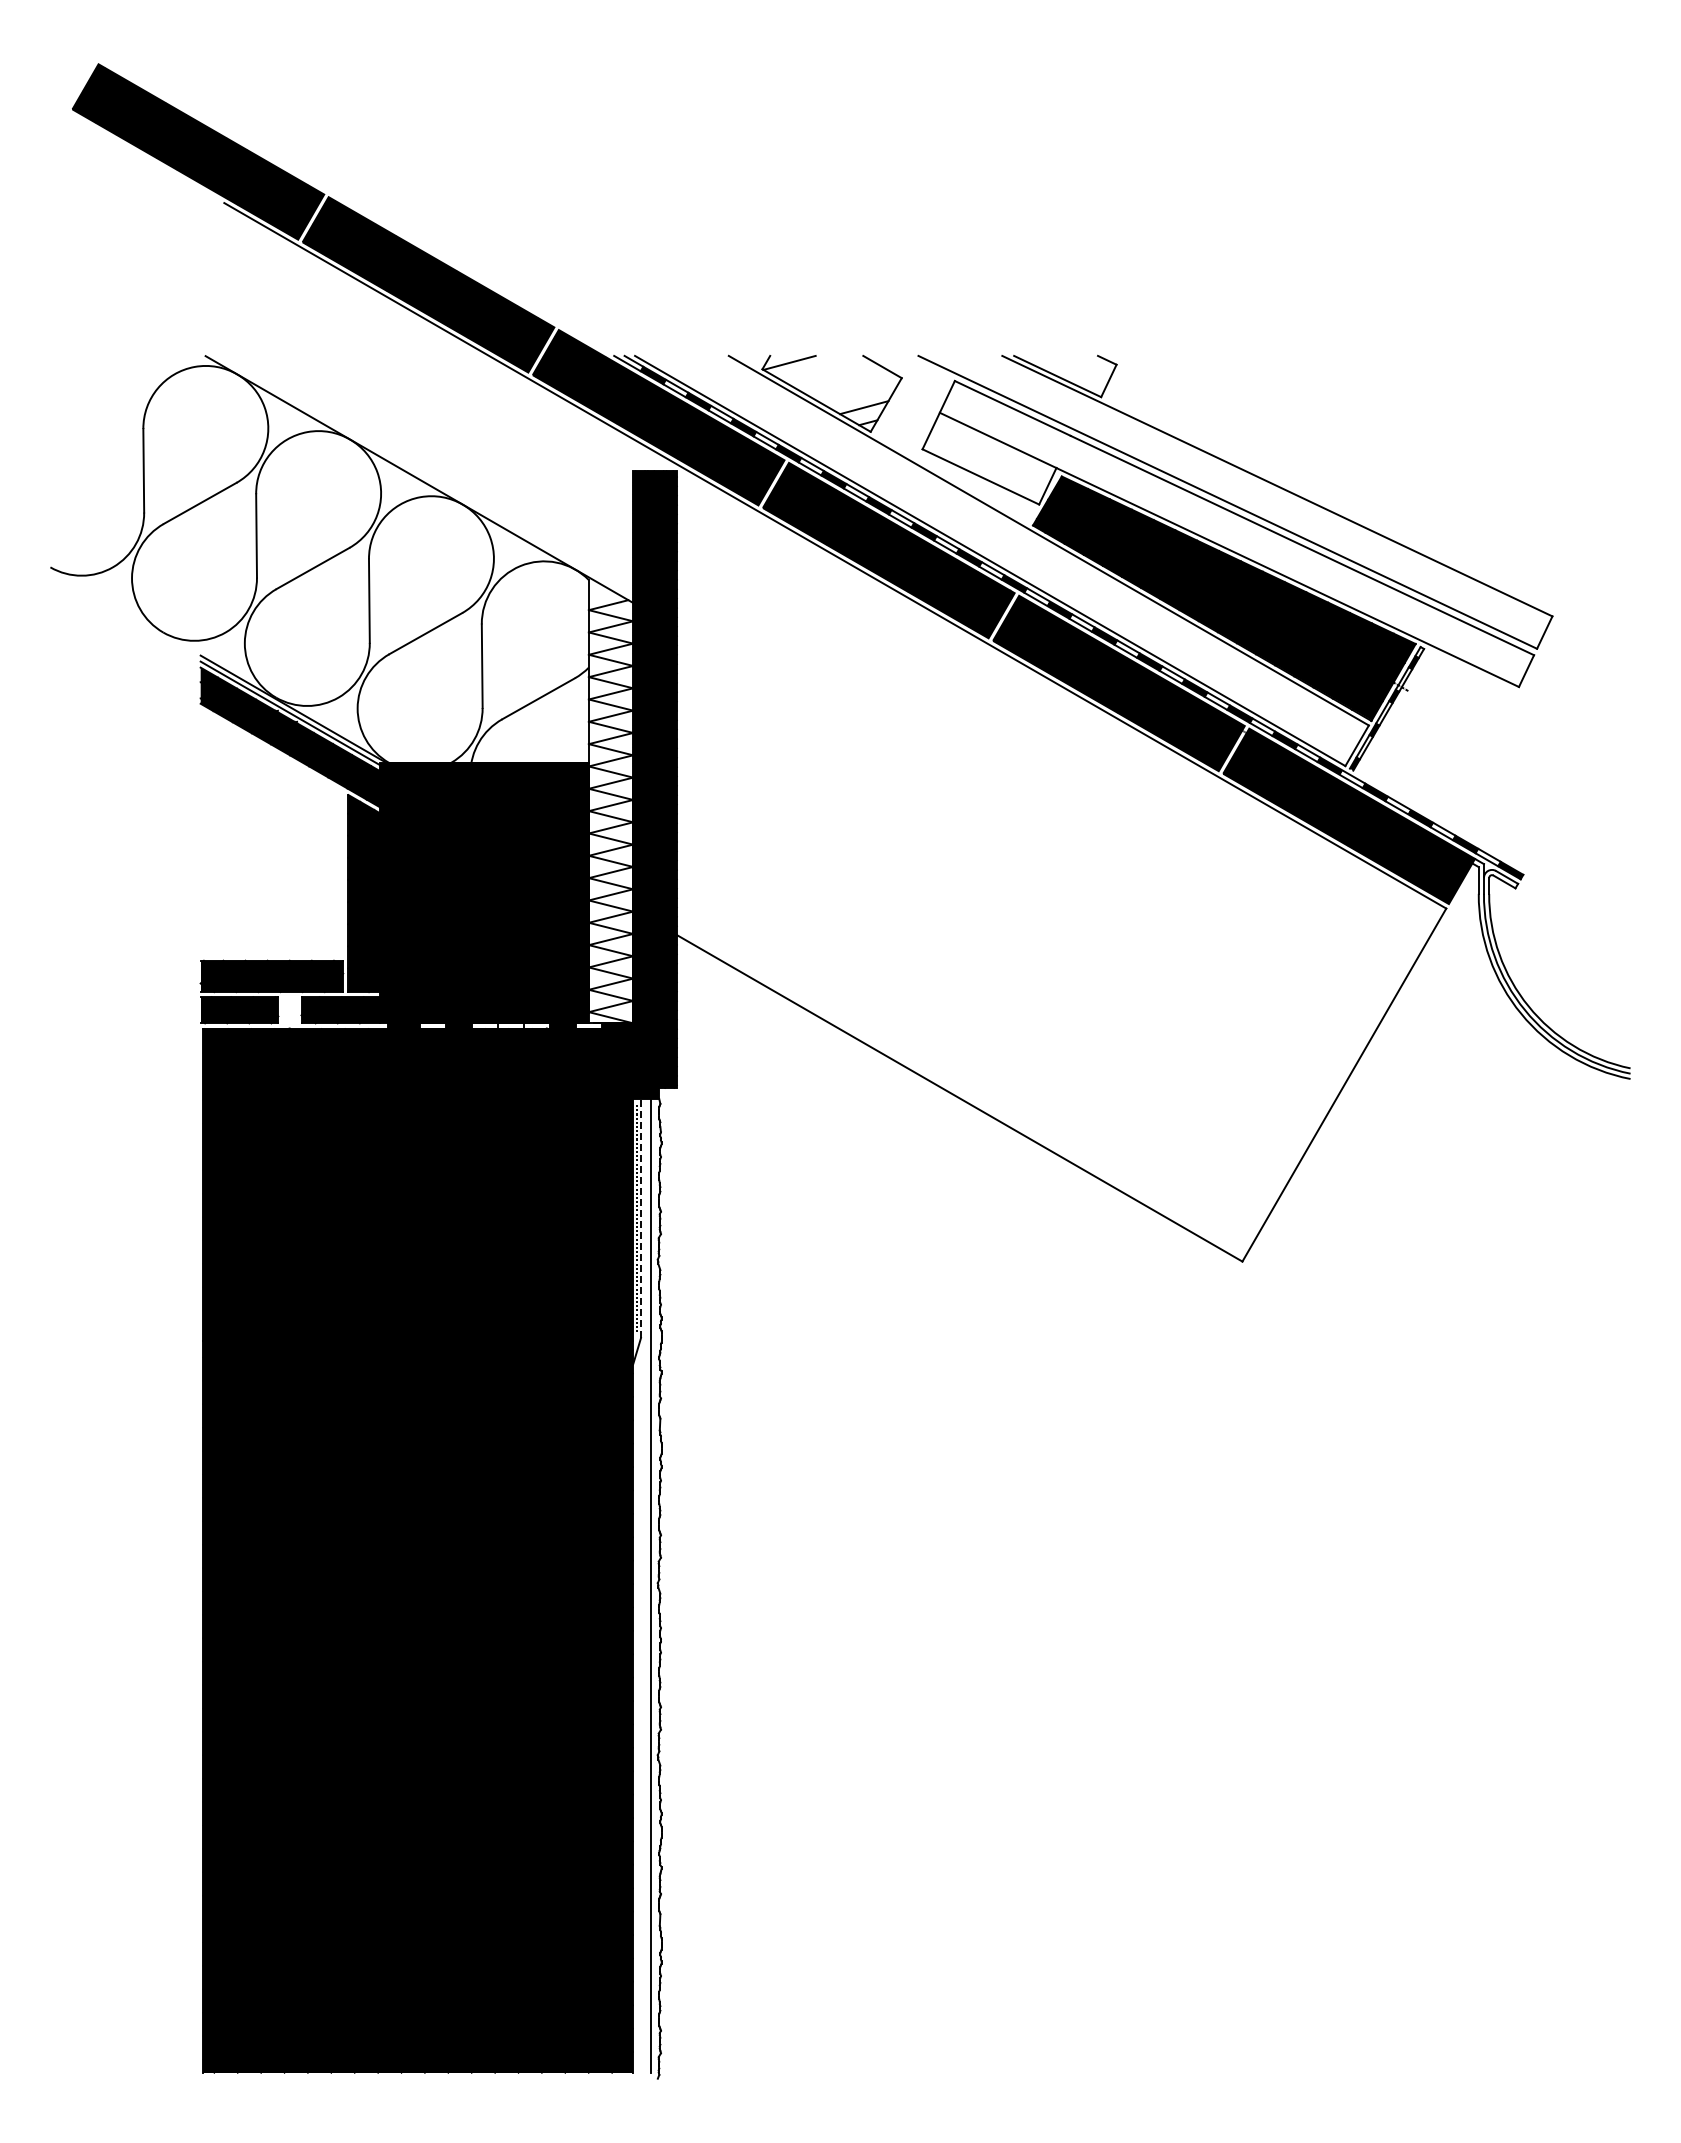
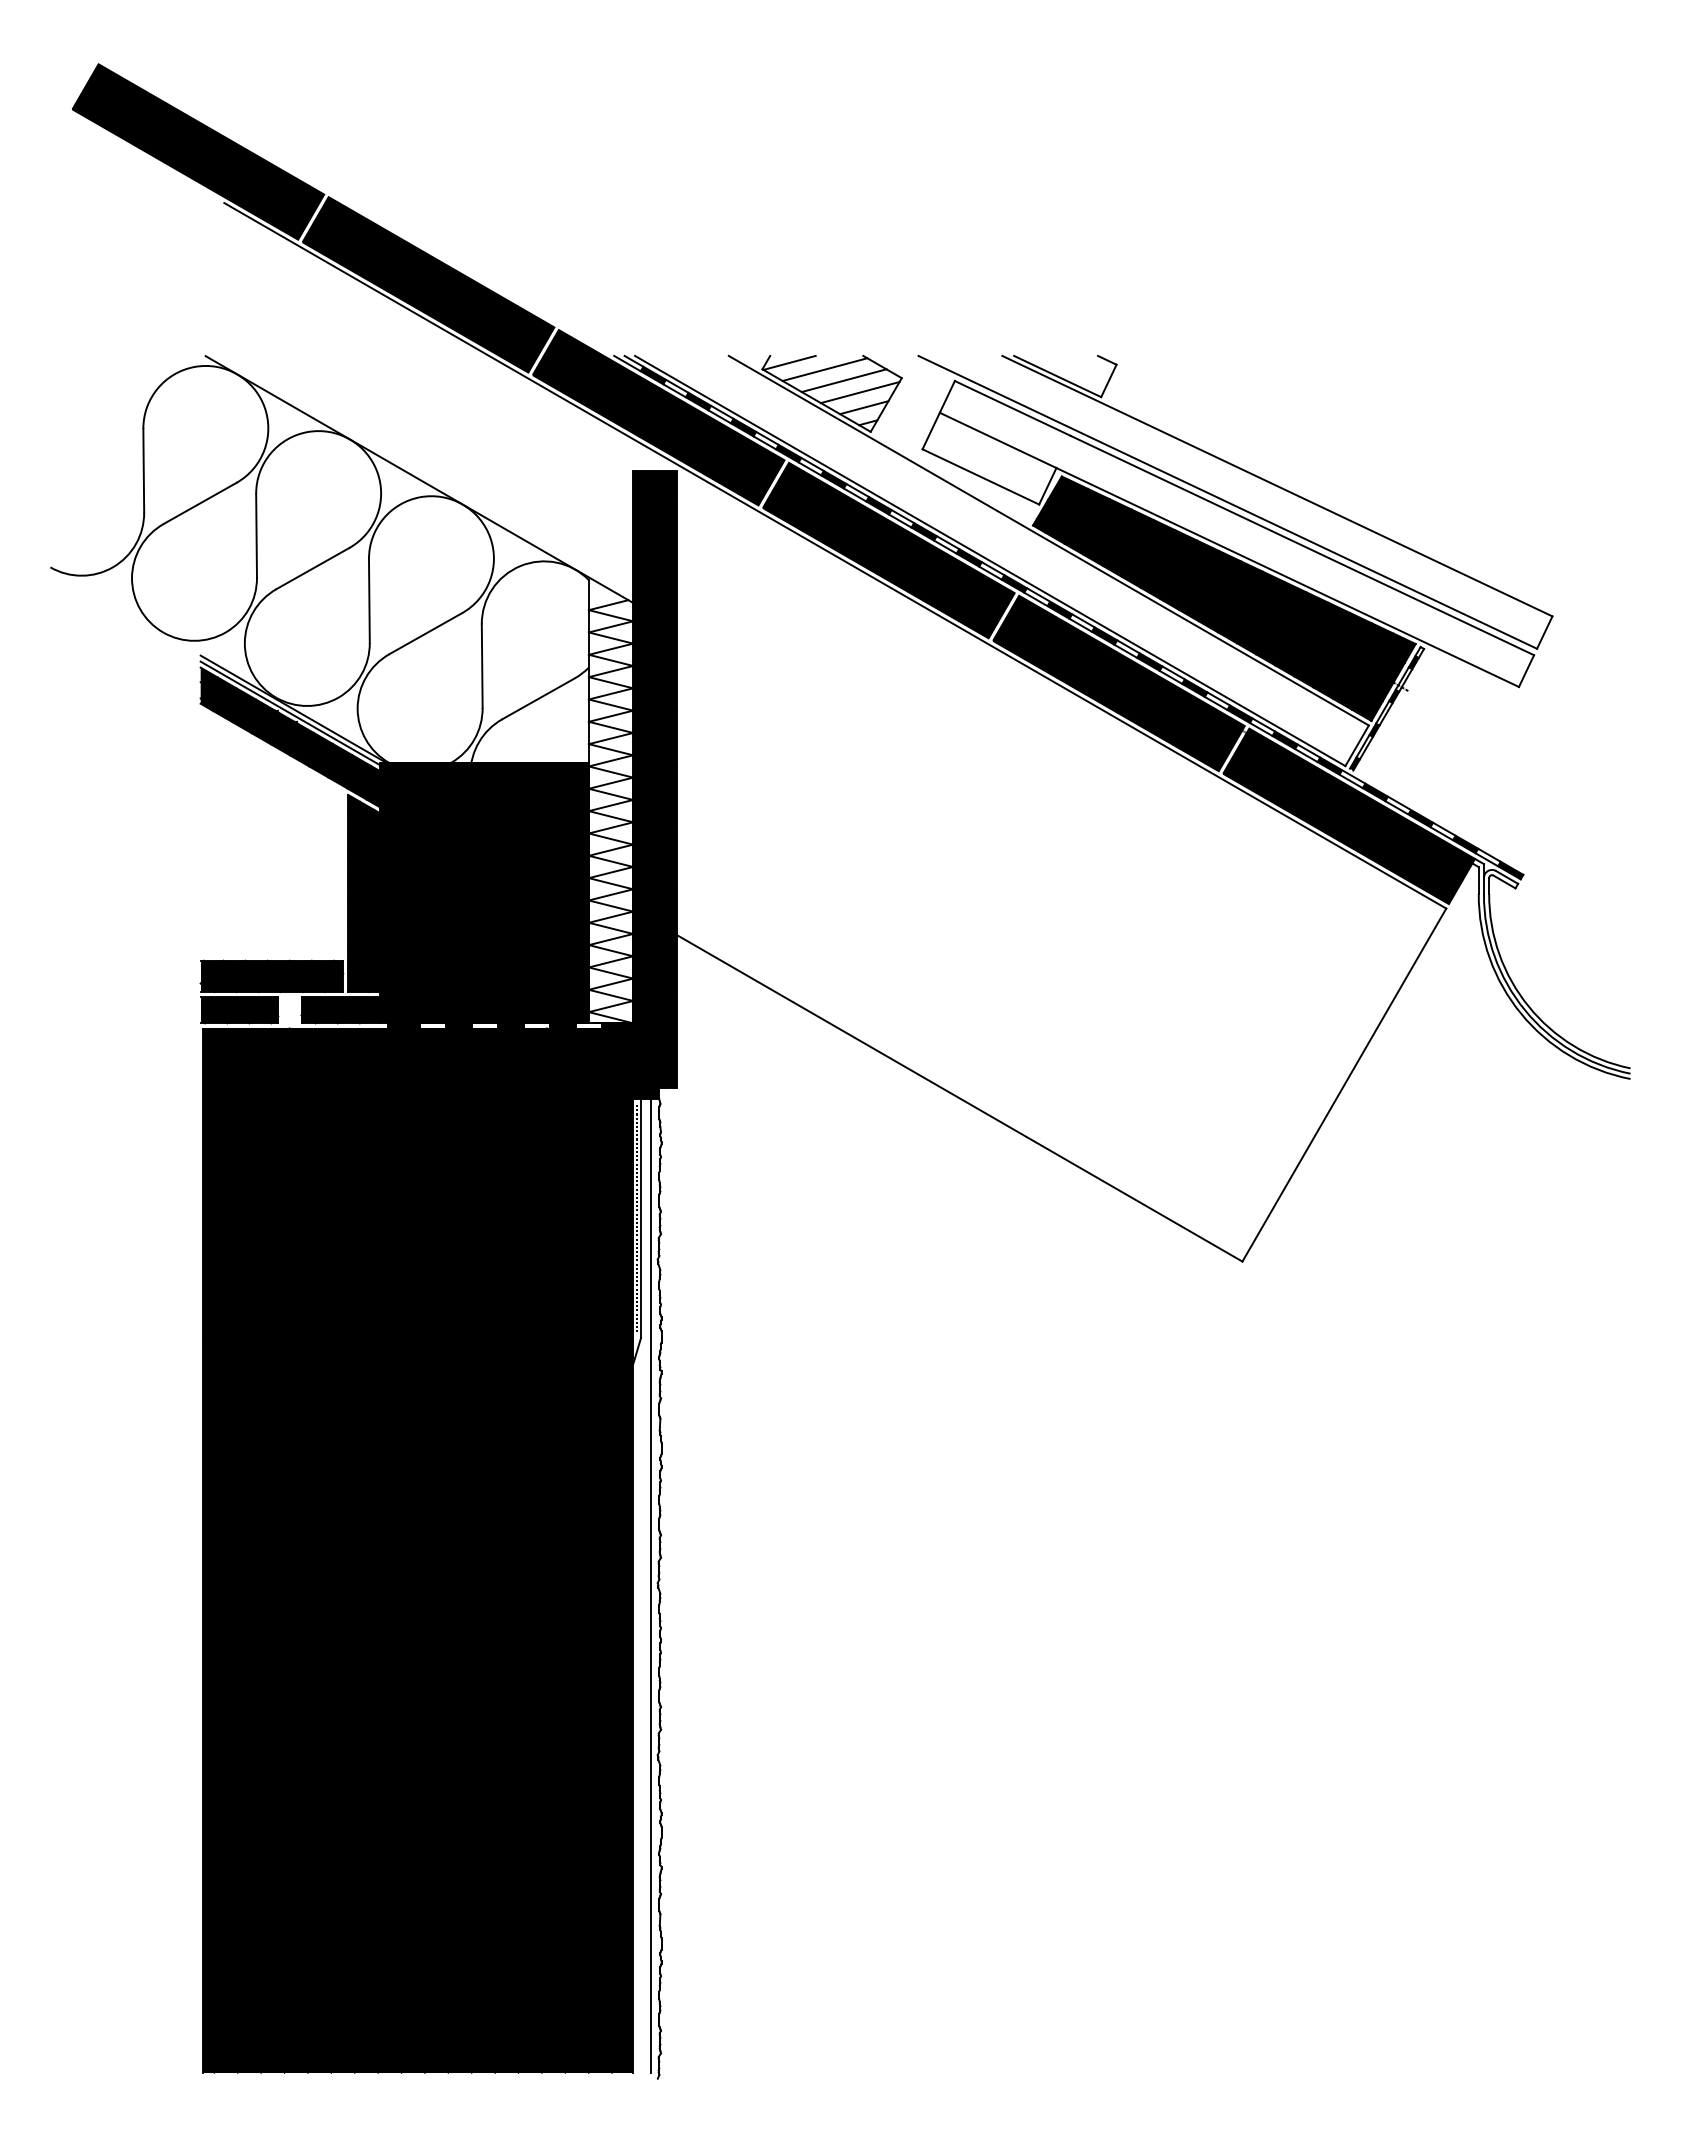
line at (824, 369): none -> present
line at (843, 380): none -> present
line at (859, 392): none -> present
fill at (510, 1025): none -> present
line at (641, 1218): dashed -> solid
